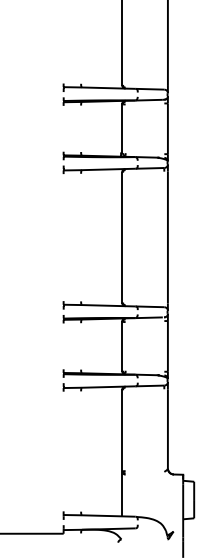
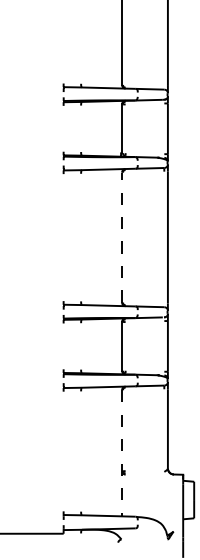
line at (122, 237): solid -> dashed
line at (122, 453): solid -> dashed
